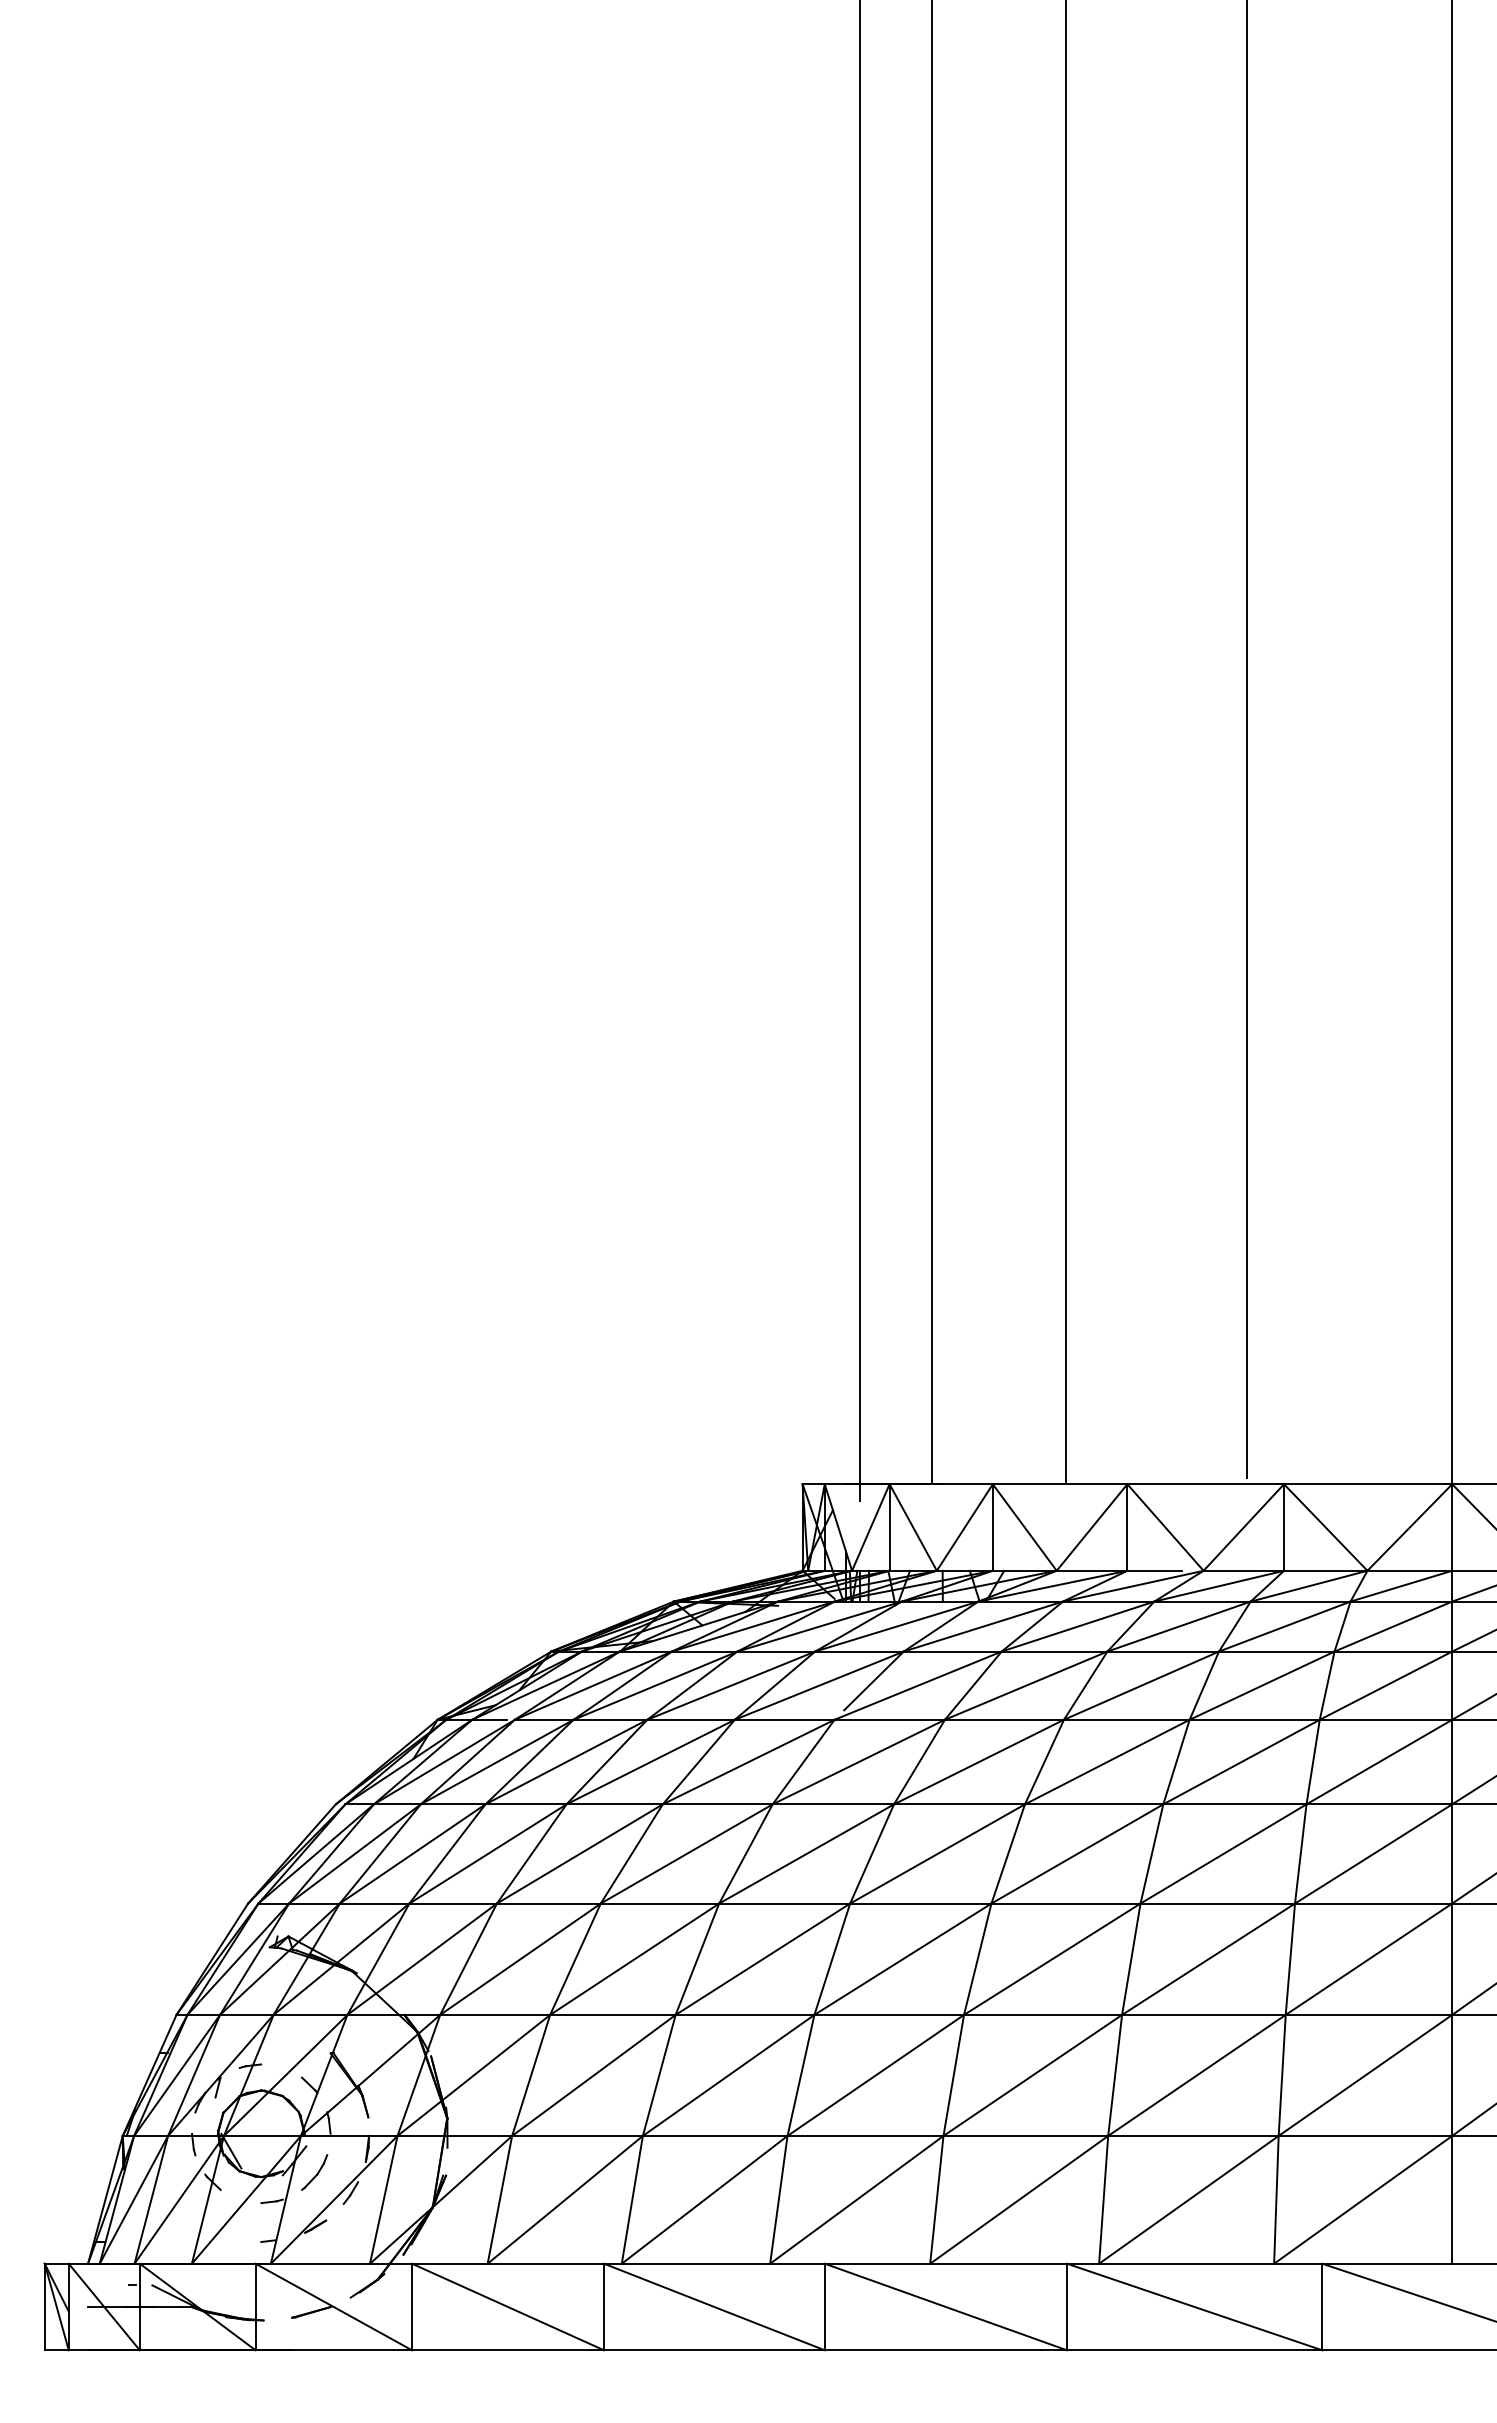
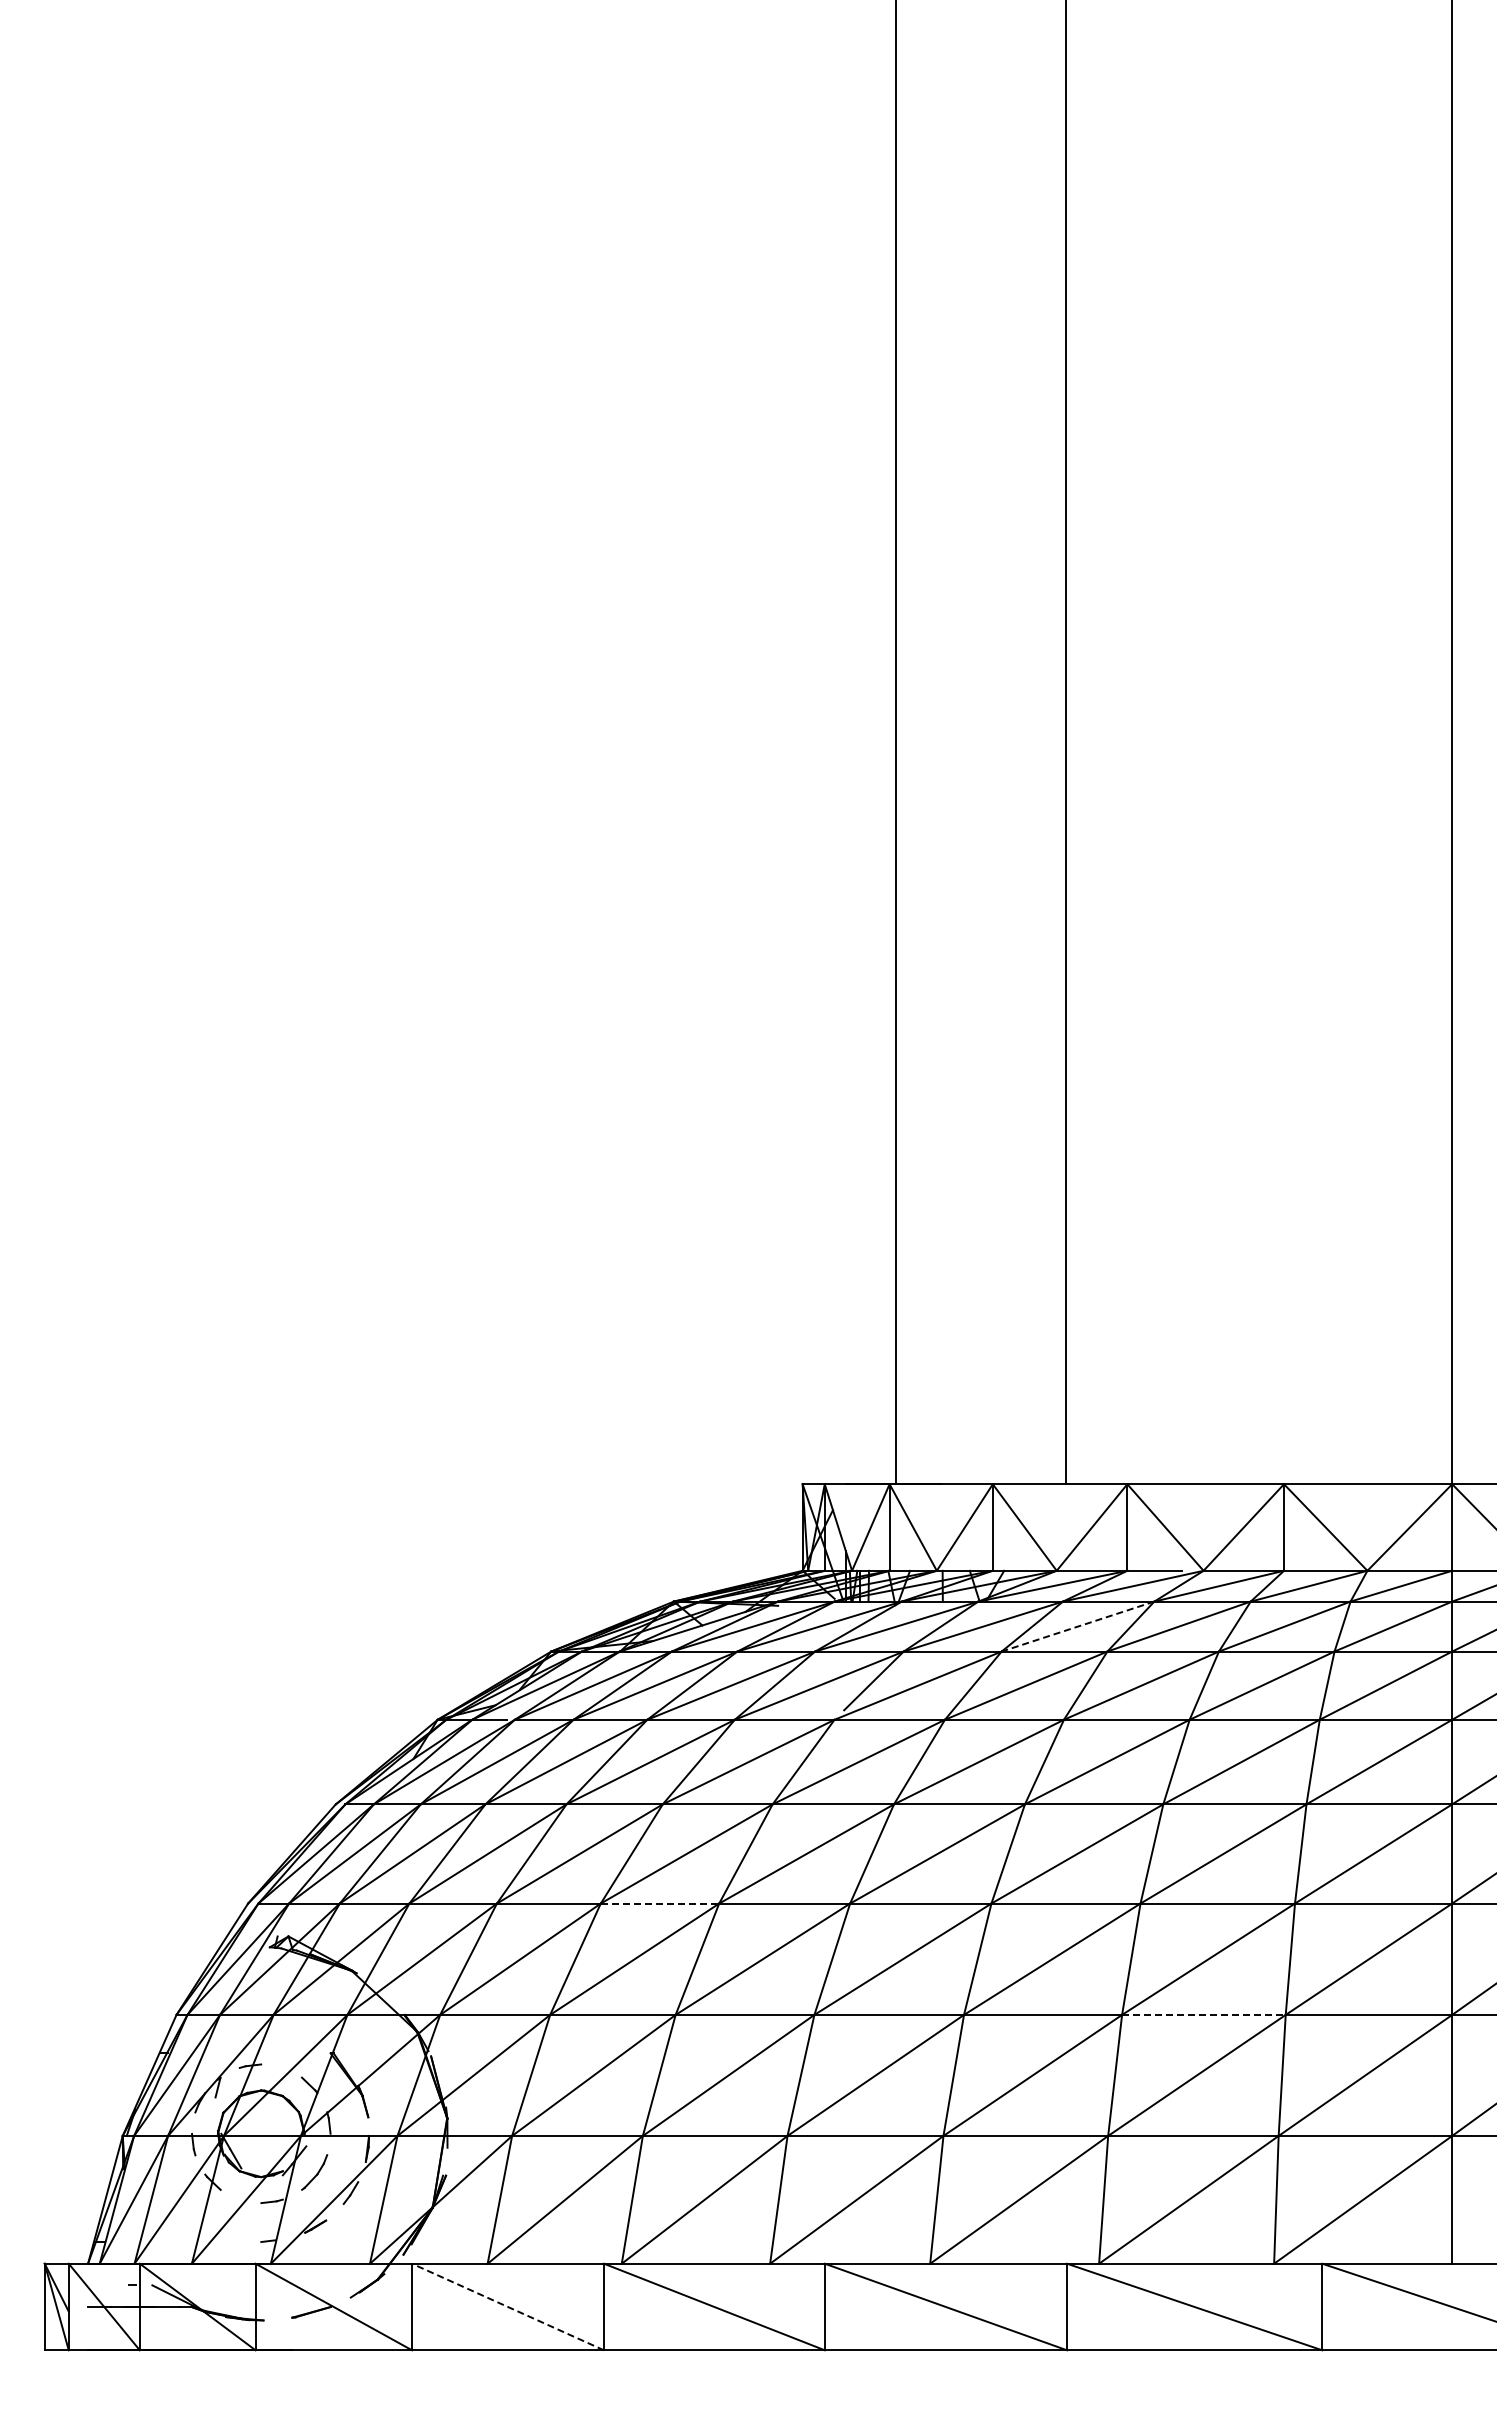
line at (1246, 740): present -> none
line at (931, 743) position: (931, 743) -> (895, 743)
line at (860, 751): present -> none
line at (1077, 1626): solid -> dashed
line at (660, 1903): solid -> dashed
line at (1203, 2014): solid -> dashed
line at (507, 2306): solid -> dashed
